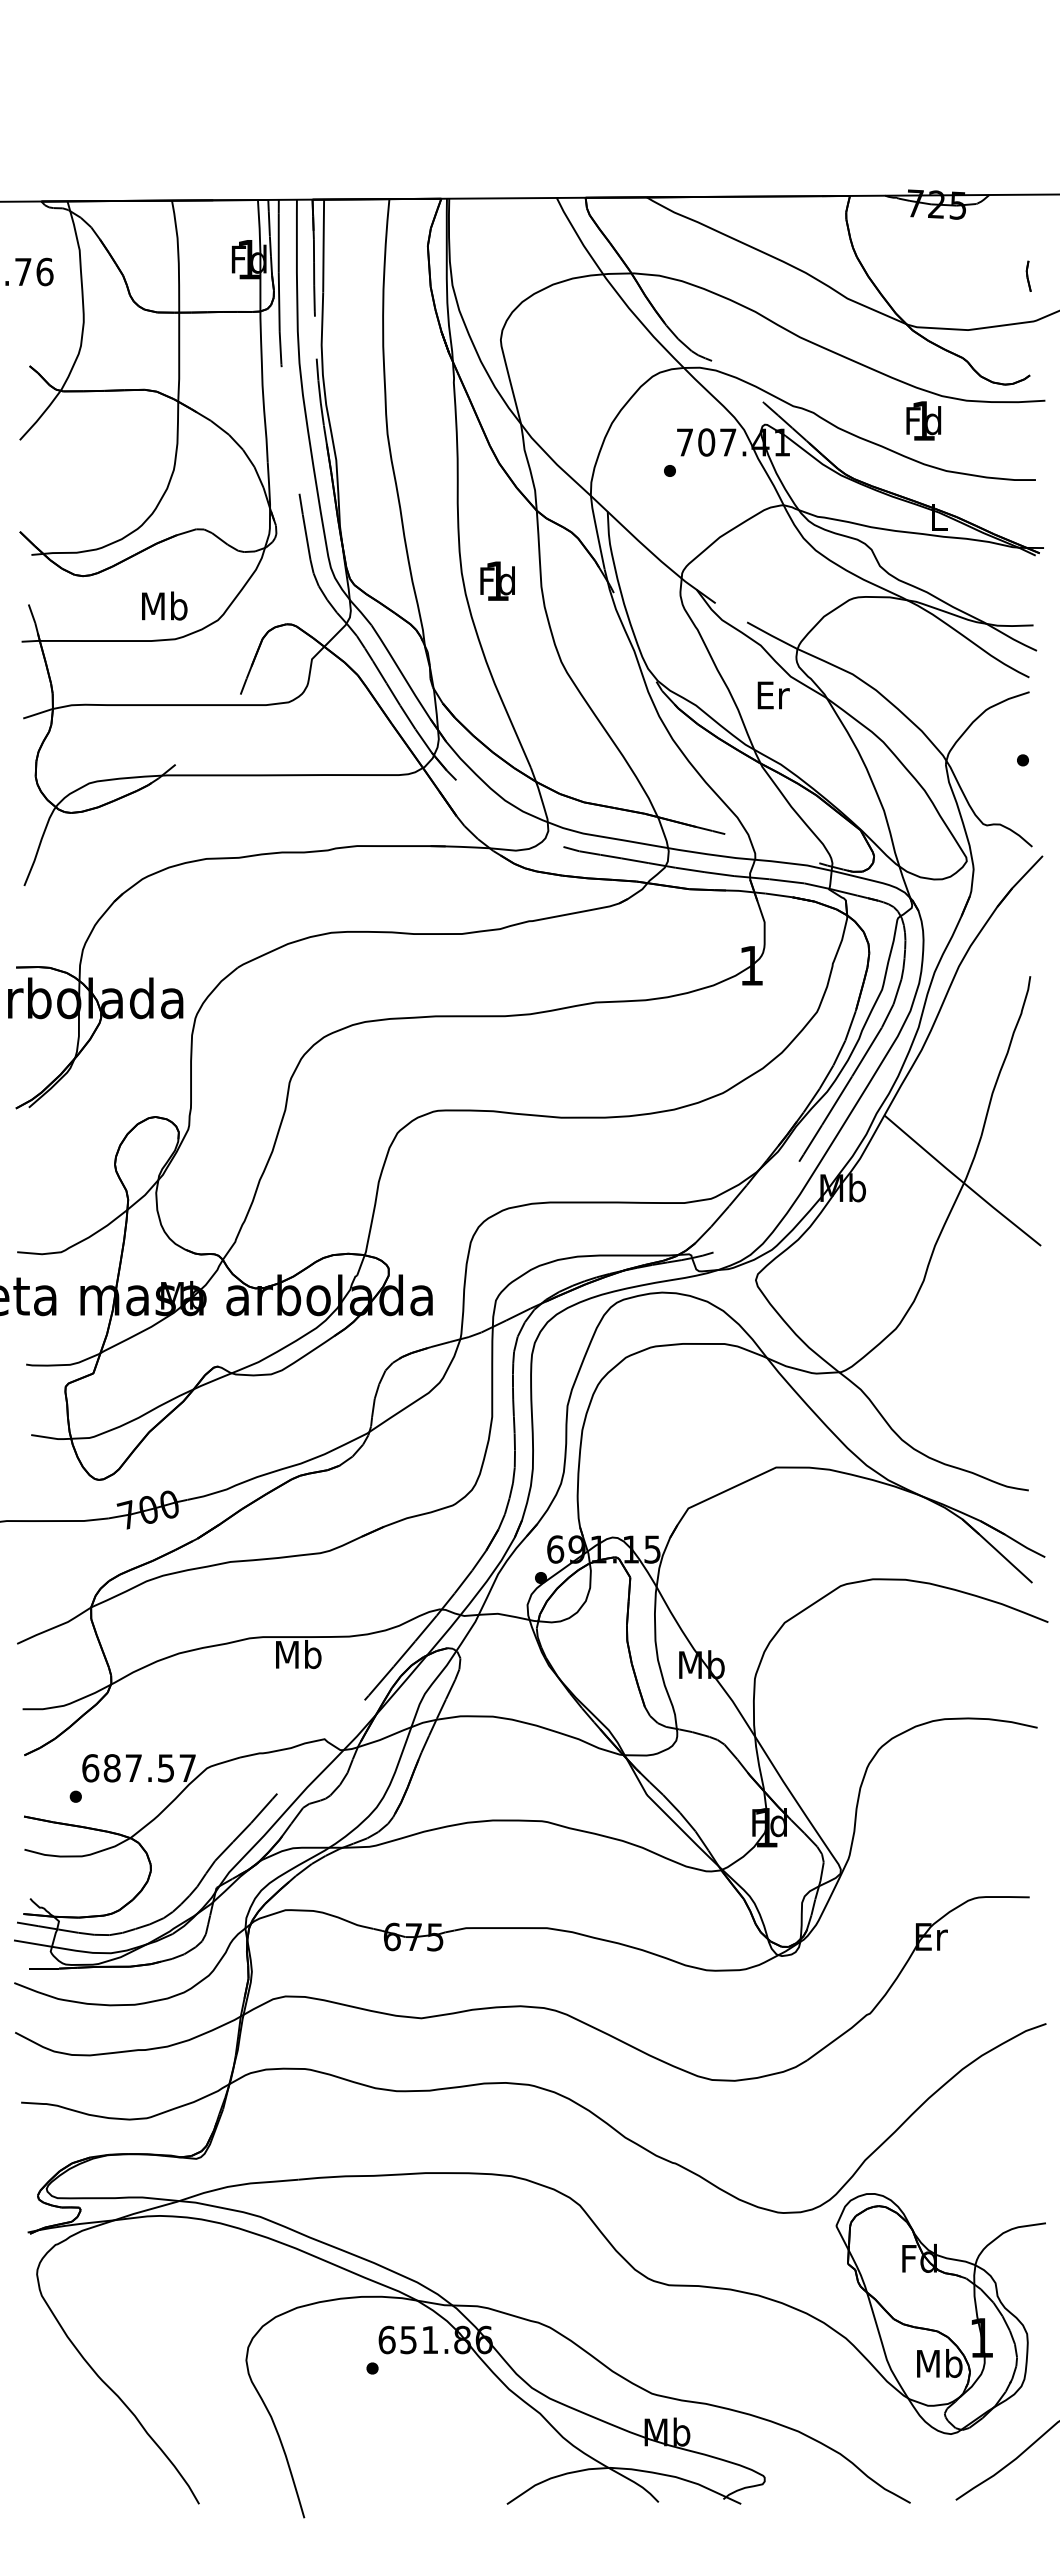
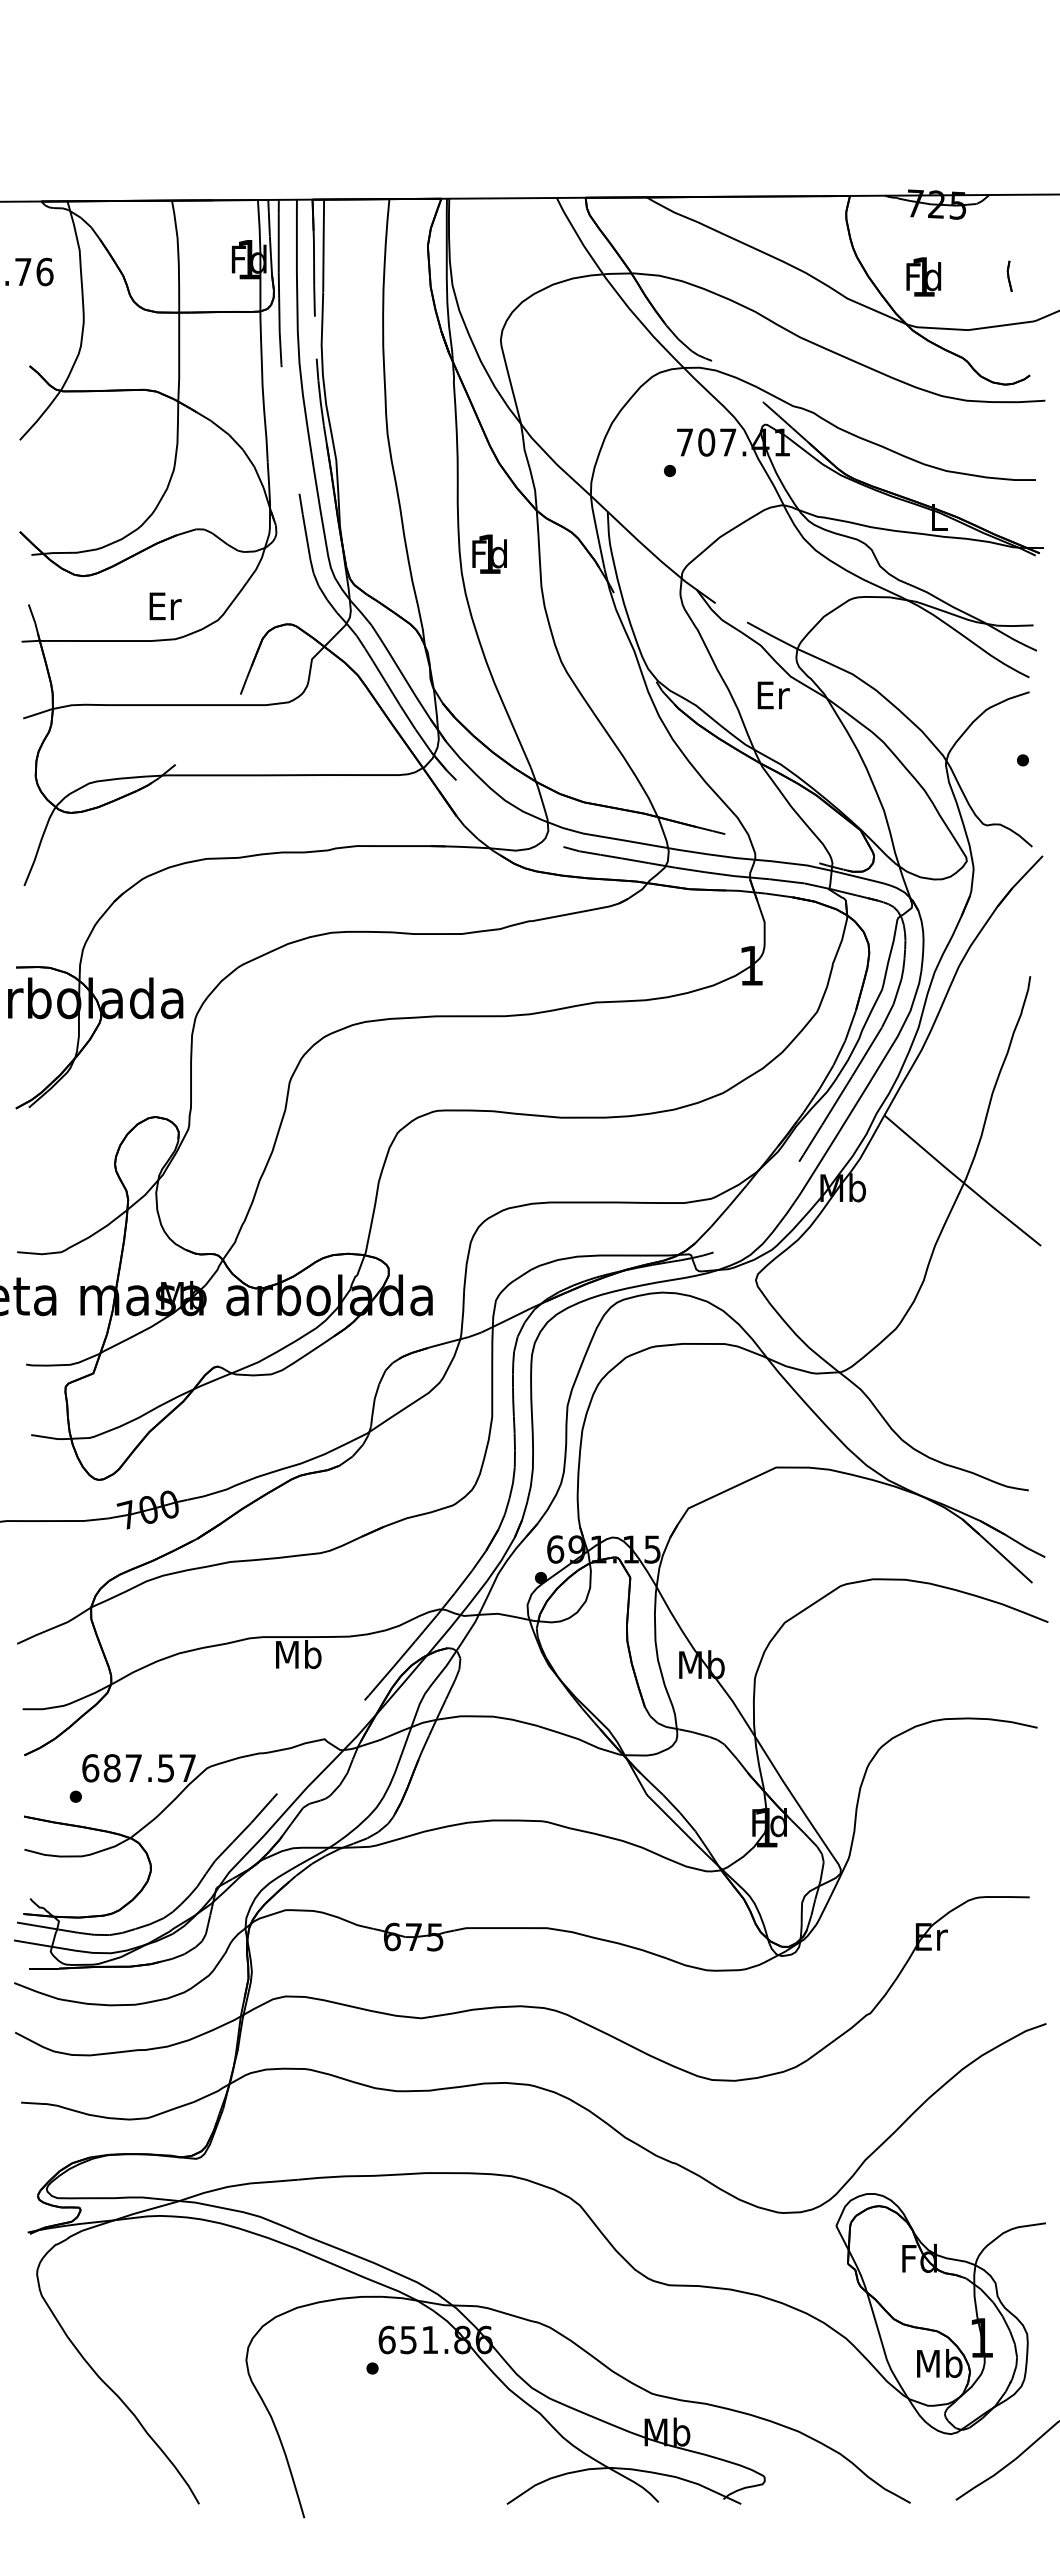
part at (1028, 275) position: (1028, 275) -> (1009, 275)
text at (923, 420) position: (923, 420) -> (923, 276)
text at (497, 580) position: (497, 580) -> (489, 553)
text at (164, 605): Mb -> Er
